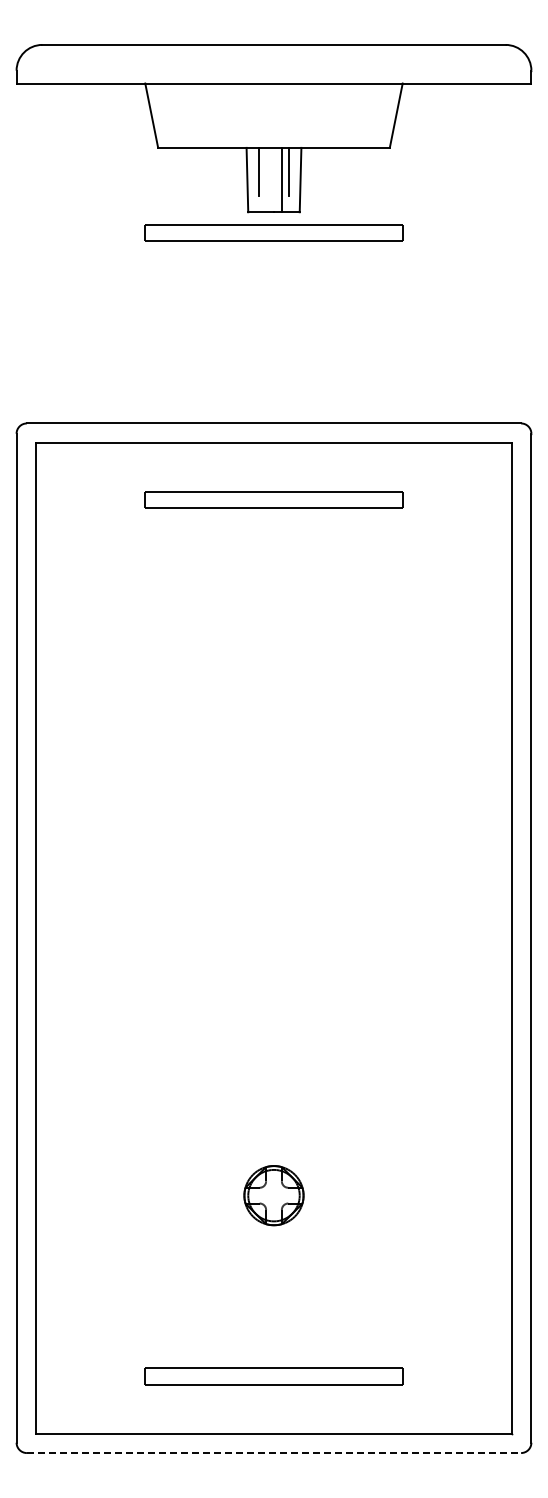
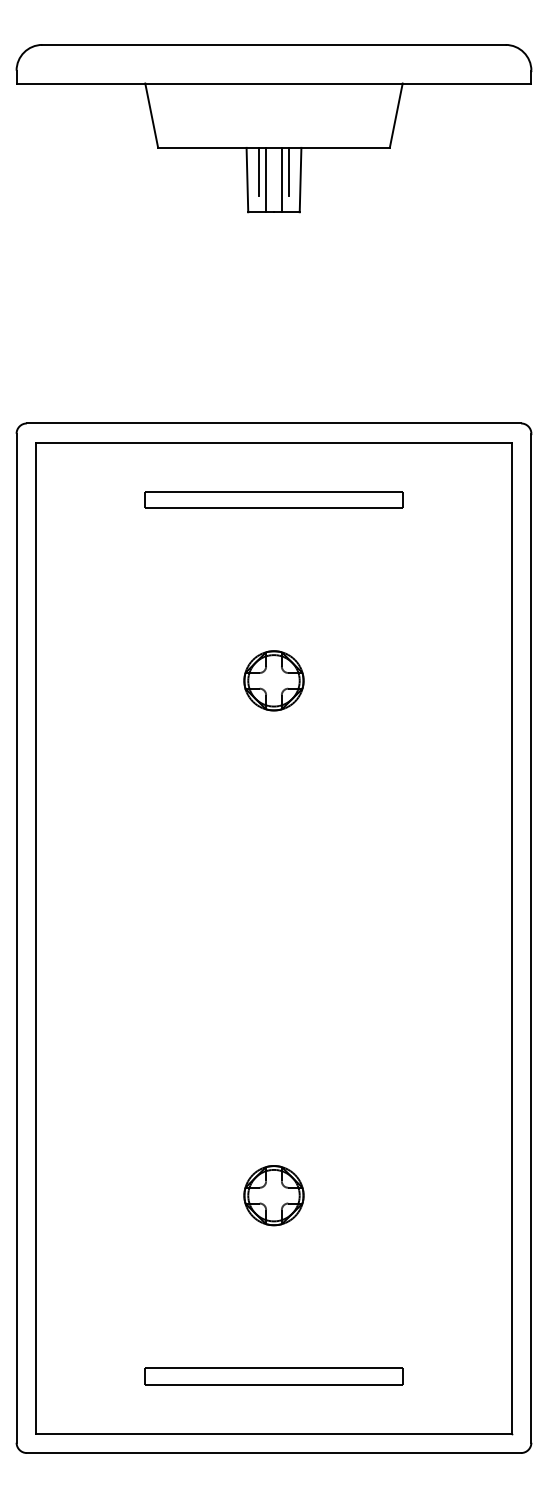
line at (266, 179): none -> present
part at (273, 232): present -> none
part at (273, 680): none -> present
line at (274, 1453): dashed -> solid
